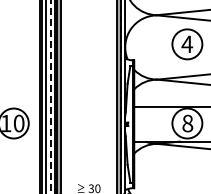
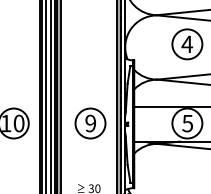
line at (50, 97): dashed -> solid
part at (90, 123): none -> present
text at (187, 123): 8 -> 5
